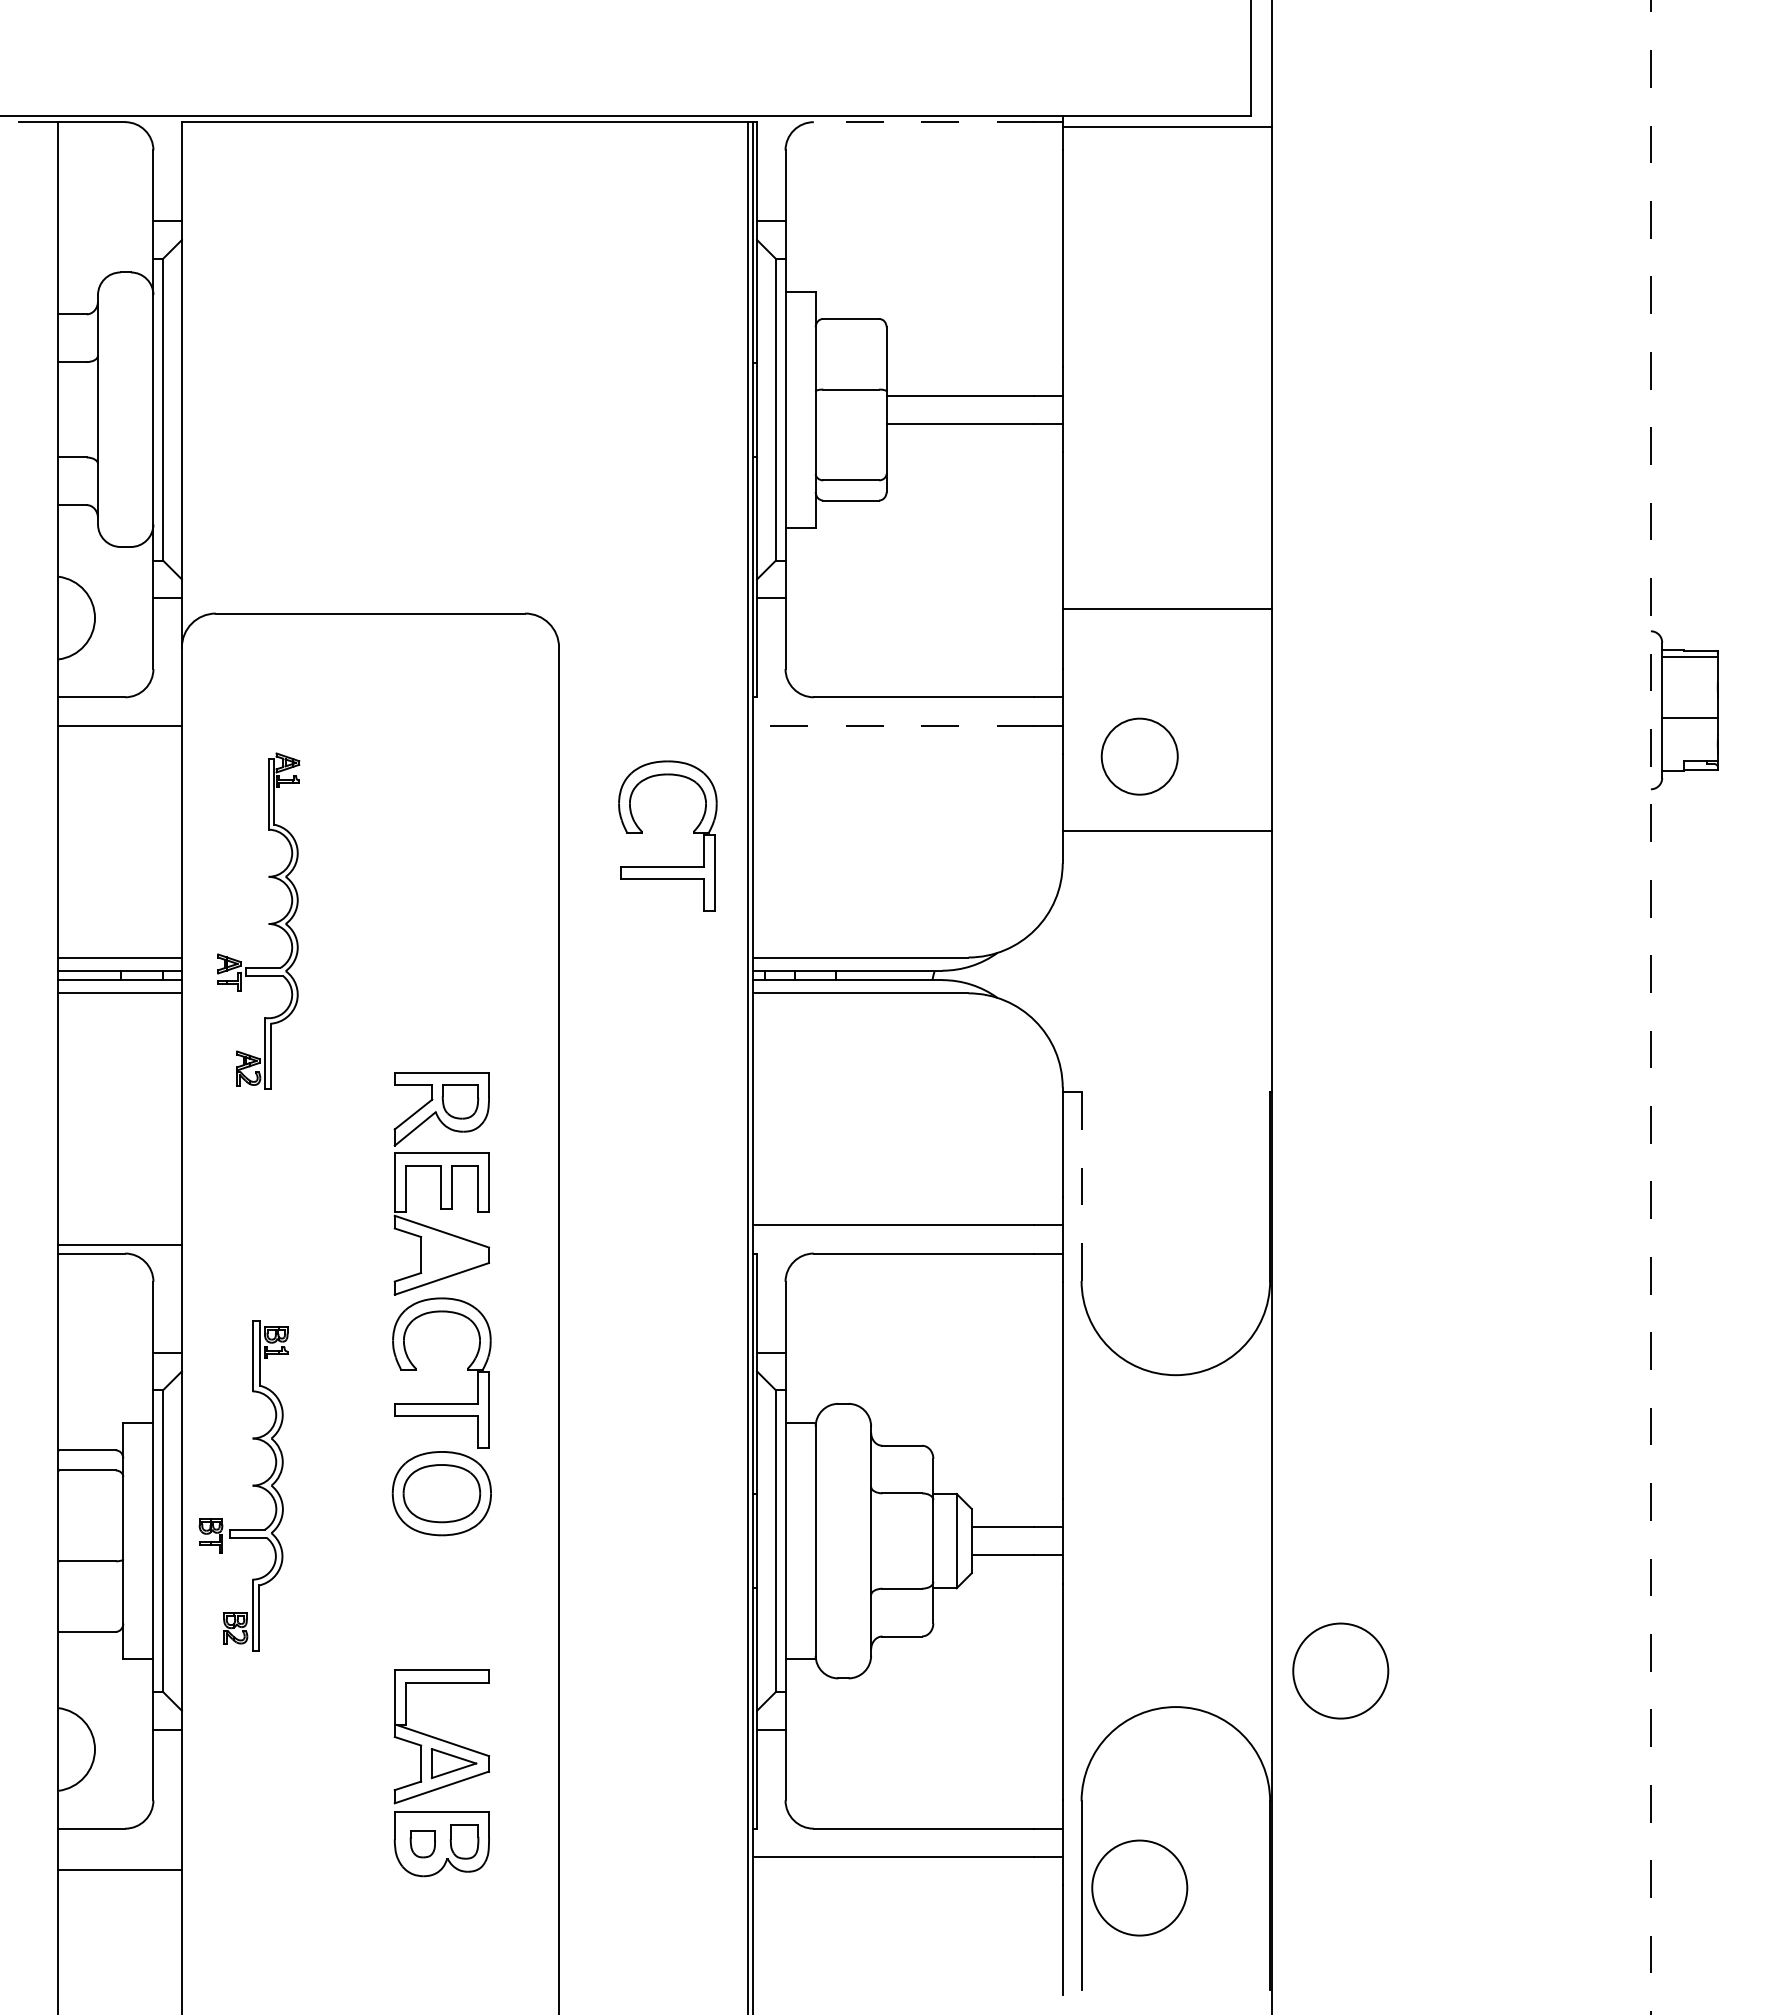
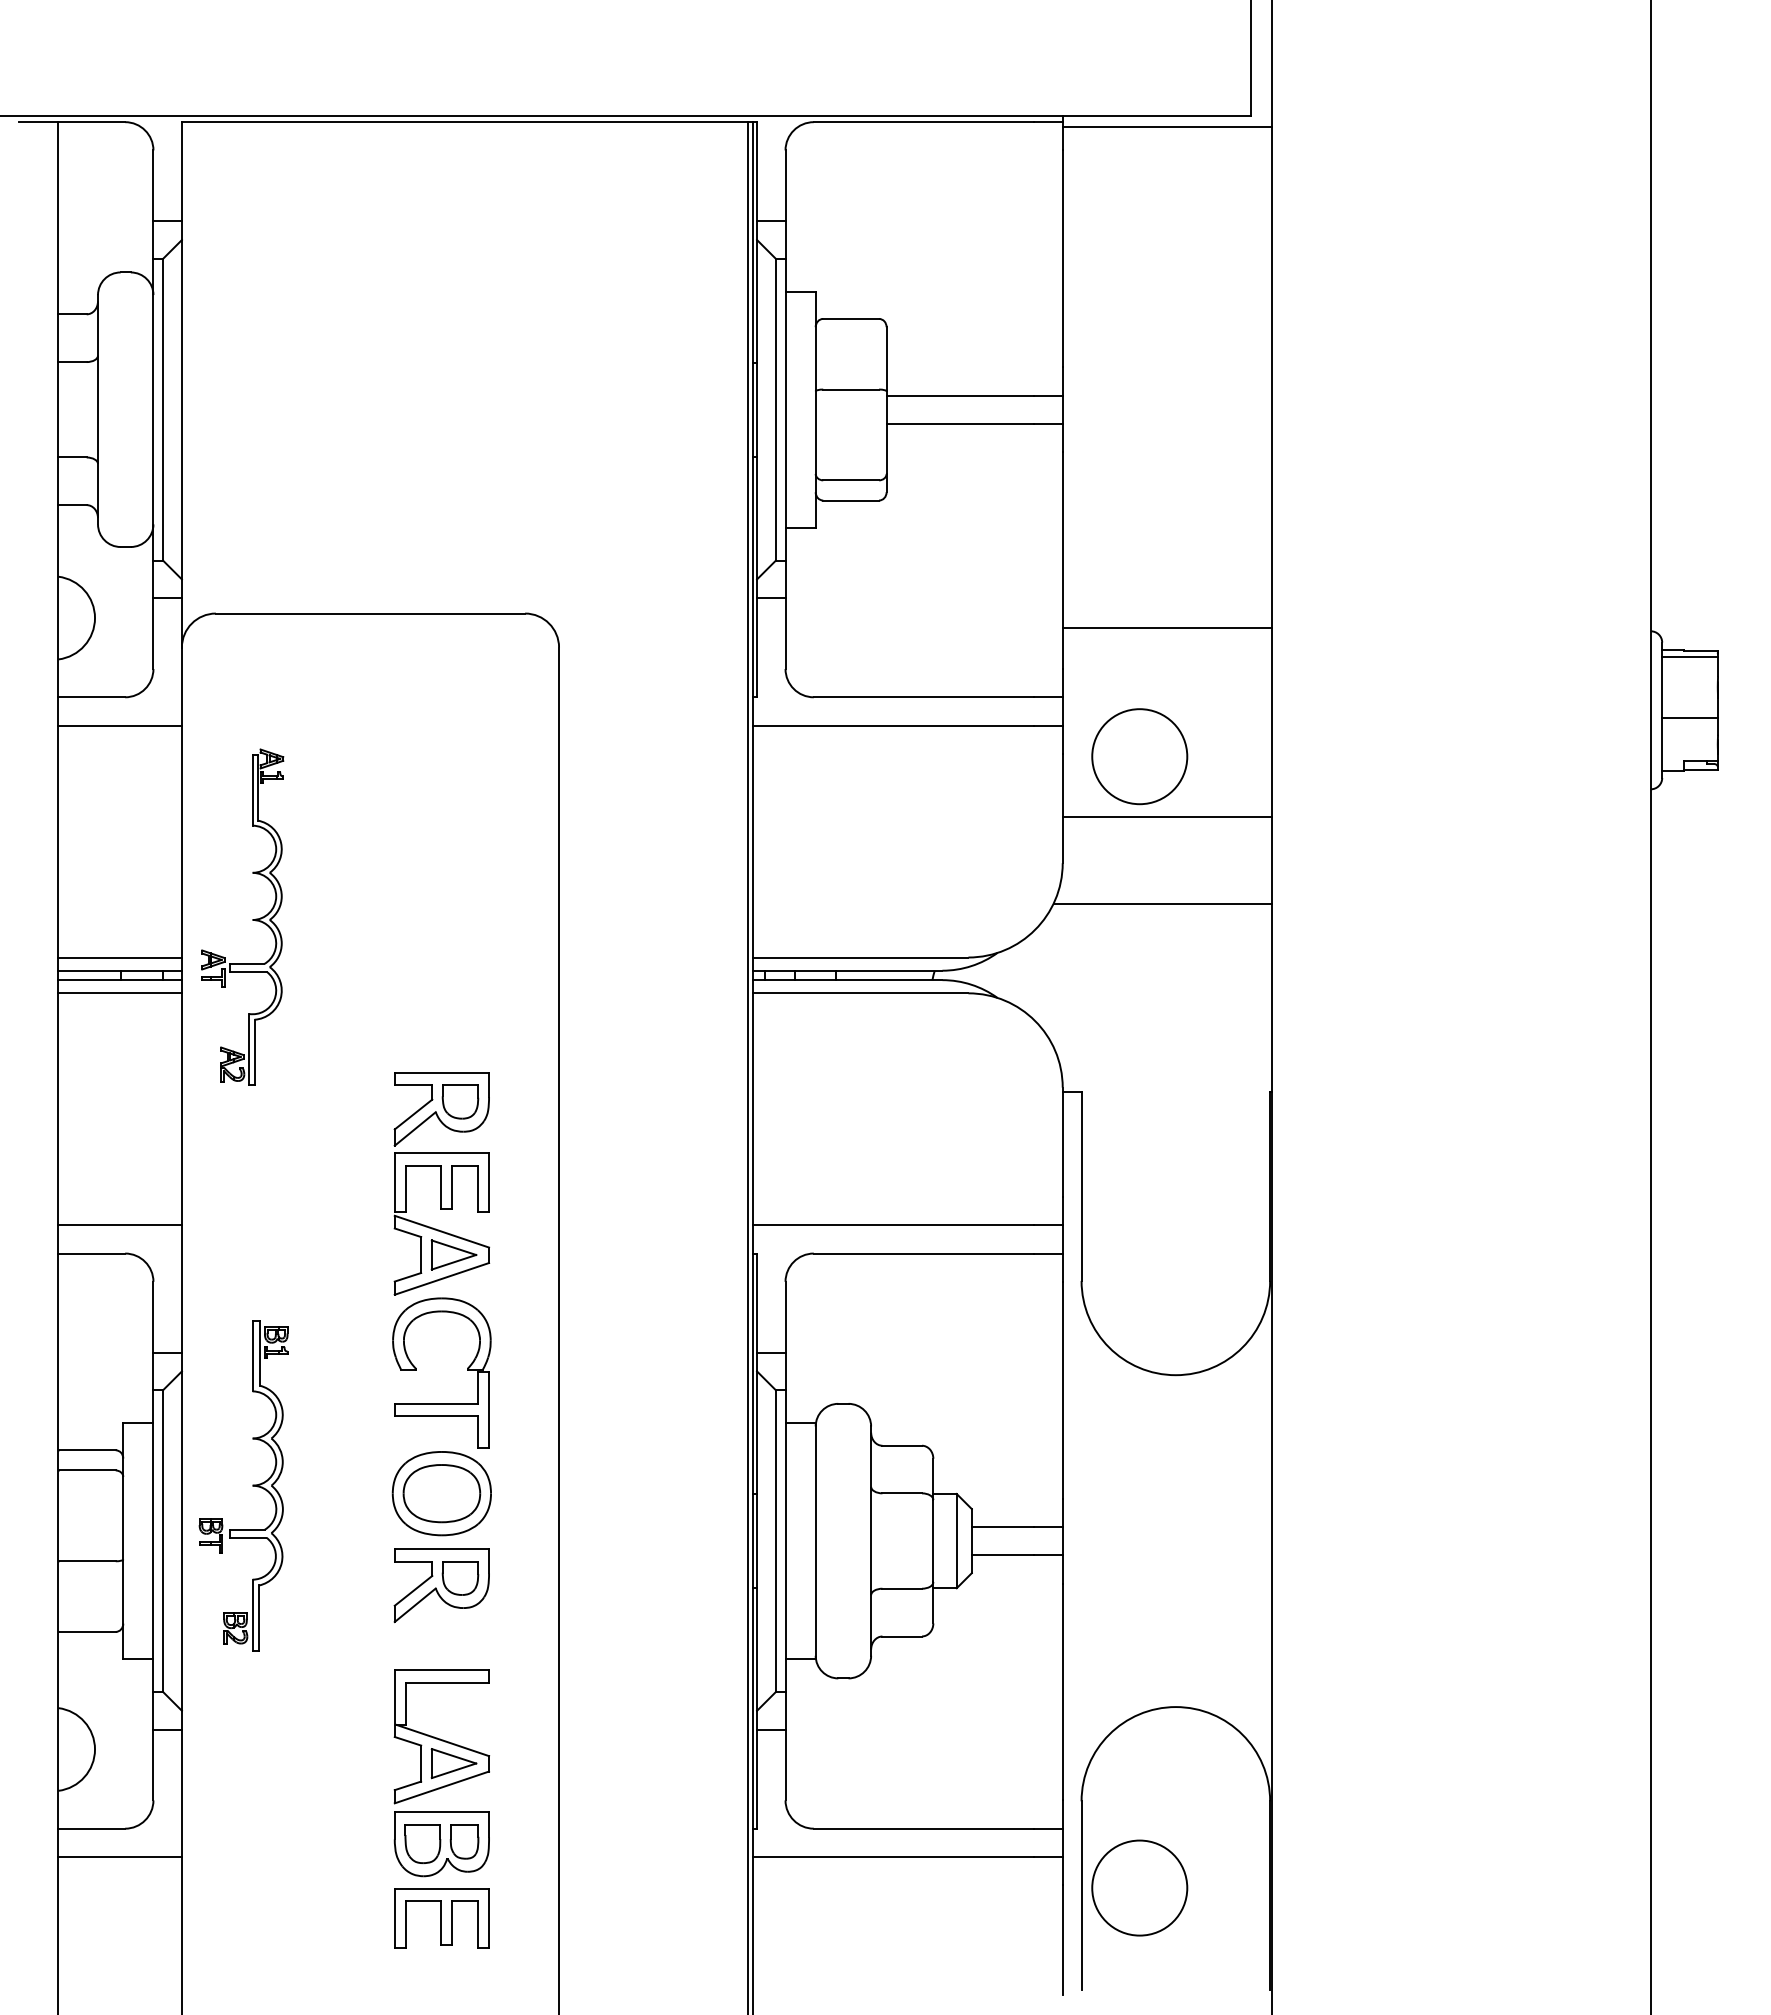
line at (923, 122): dashed -> solid
line at (1166, 609) position: (1166, 609) -> (1166, 628)
line at (893, 725): dashed -> solid
circle at (1139, 756) diameter: 76 px -> 95 px
line at (1166, 831) position: (1166, 831) -> (1166, 817)
part at (642, 833): present -> none
line at (1162, 903): none -> present
part at (268, 923) position: (268, 923) -> (252, 919)
line at (1650, 1007): dashed -> solid
line at (1081, 1186): dashed -> solid
line at (119, 1245) position: (119, 1245) -> (119, 1225)
part at (453, 1254): none -> present
part at (441, 1585): none -> present
circle at (1340, 1670): present -> none
part at (422, 1844) size: 27x29 px -> 38x40 px
line at (119, 1869) position: (119, 1869) -> (119, 1856)
part at (441, 1918): none -> present
